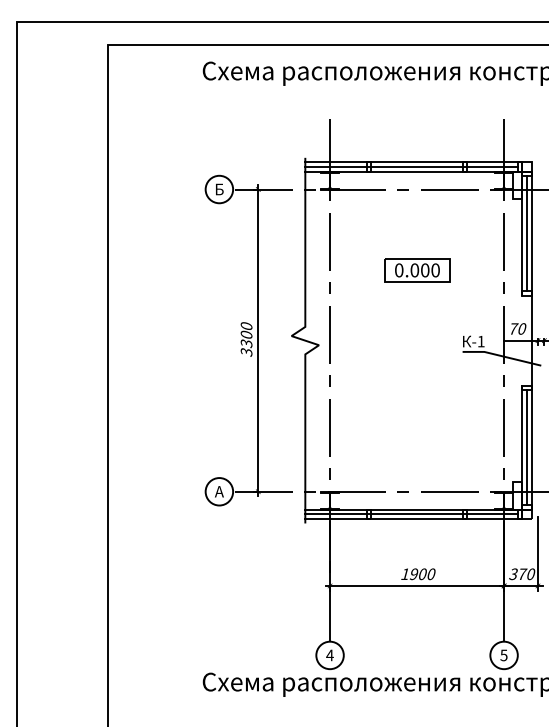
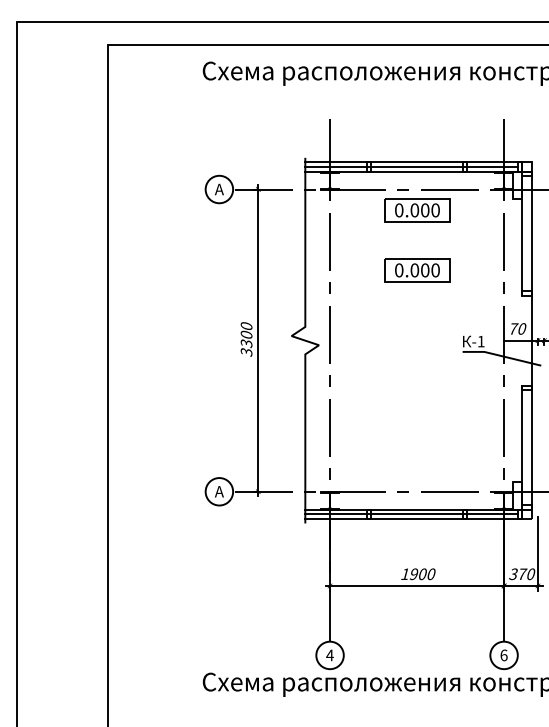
text at (219, 189): Б -> А
part at (417, 210): none -> present
line at (526, 233): present -> none
line at (526, 447): present -> none
text at (503, 655): 5 -> 6
